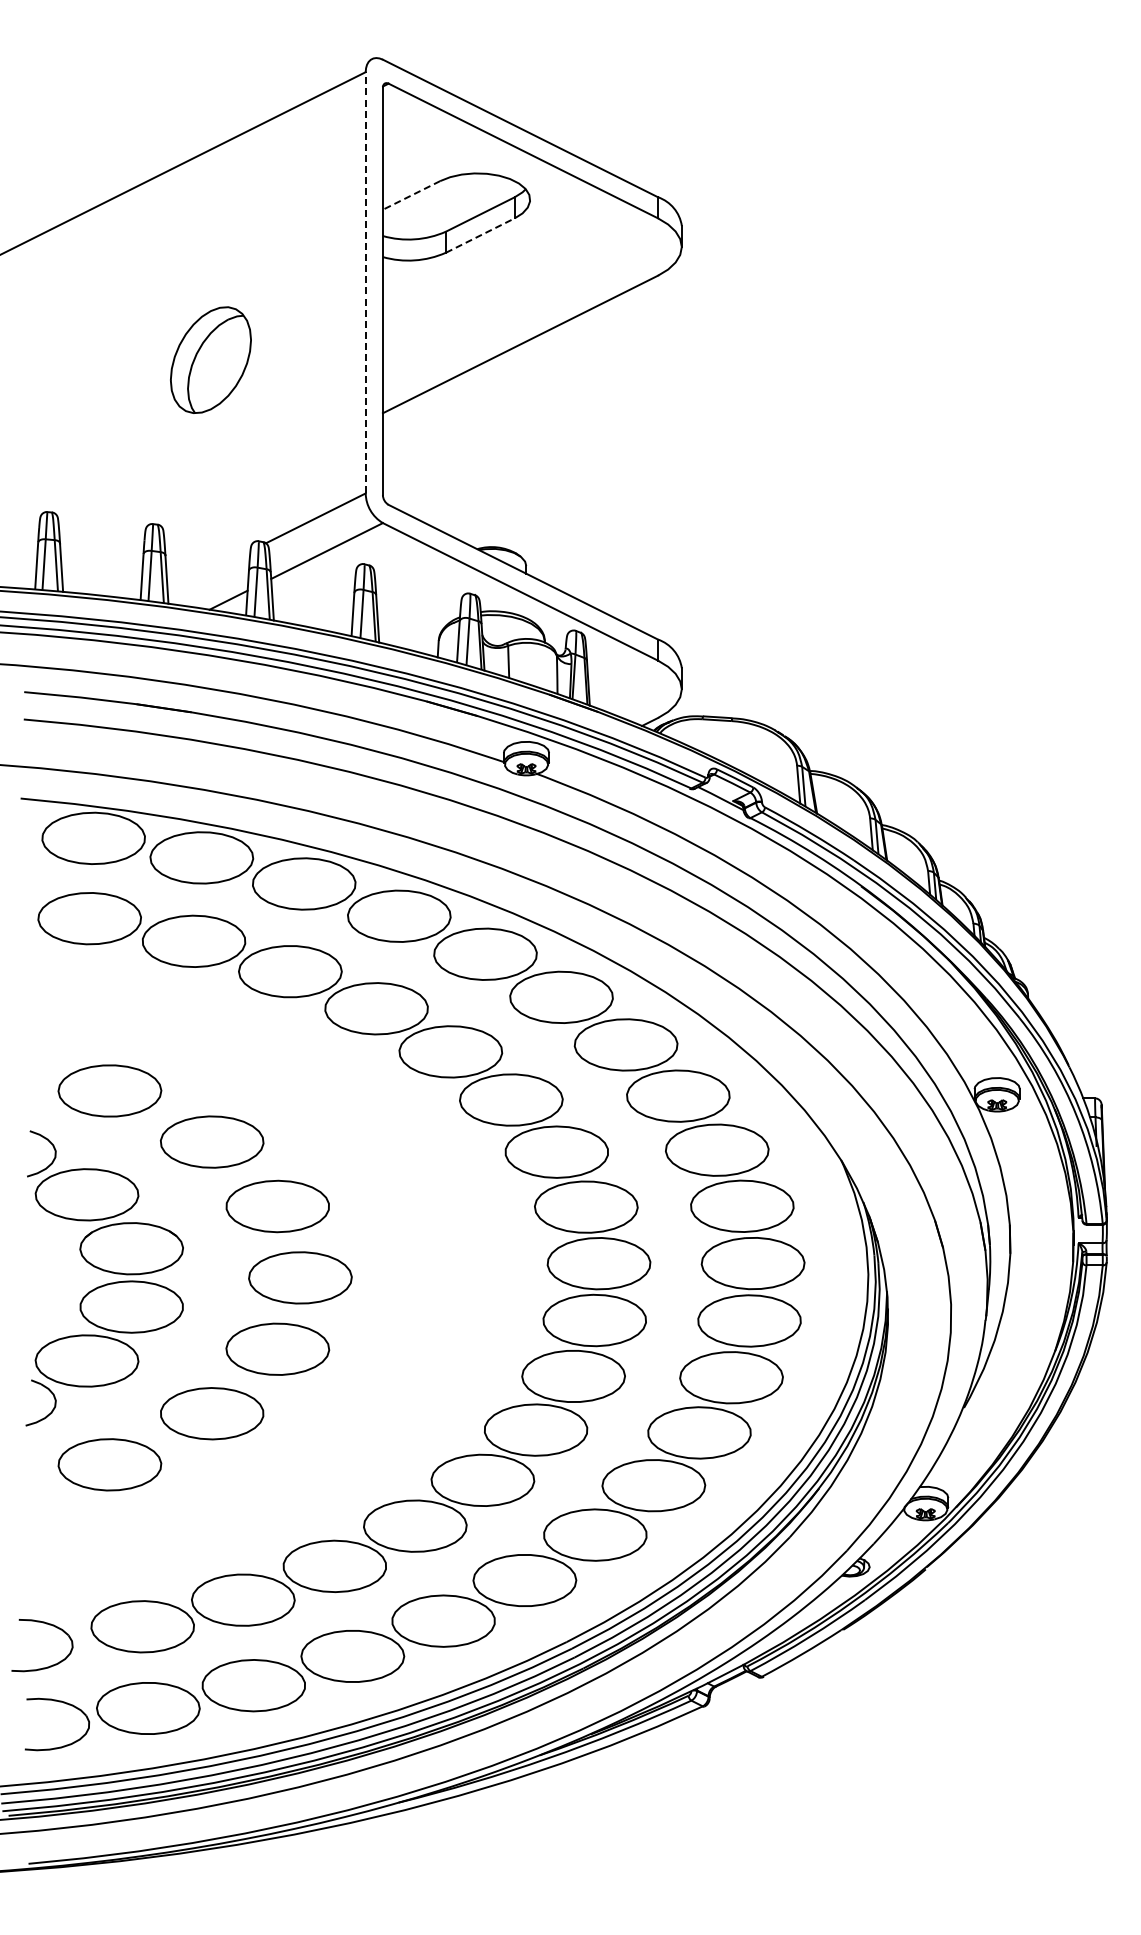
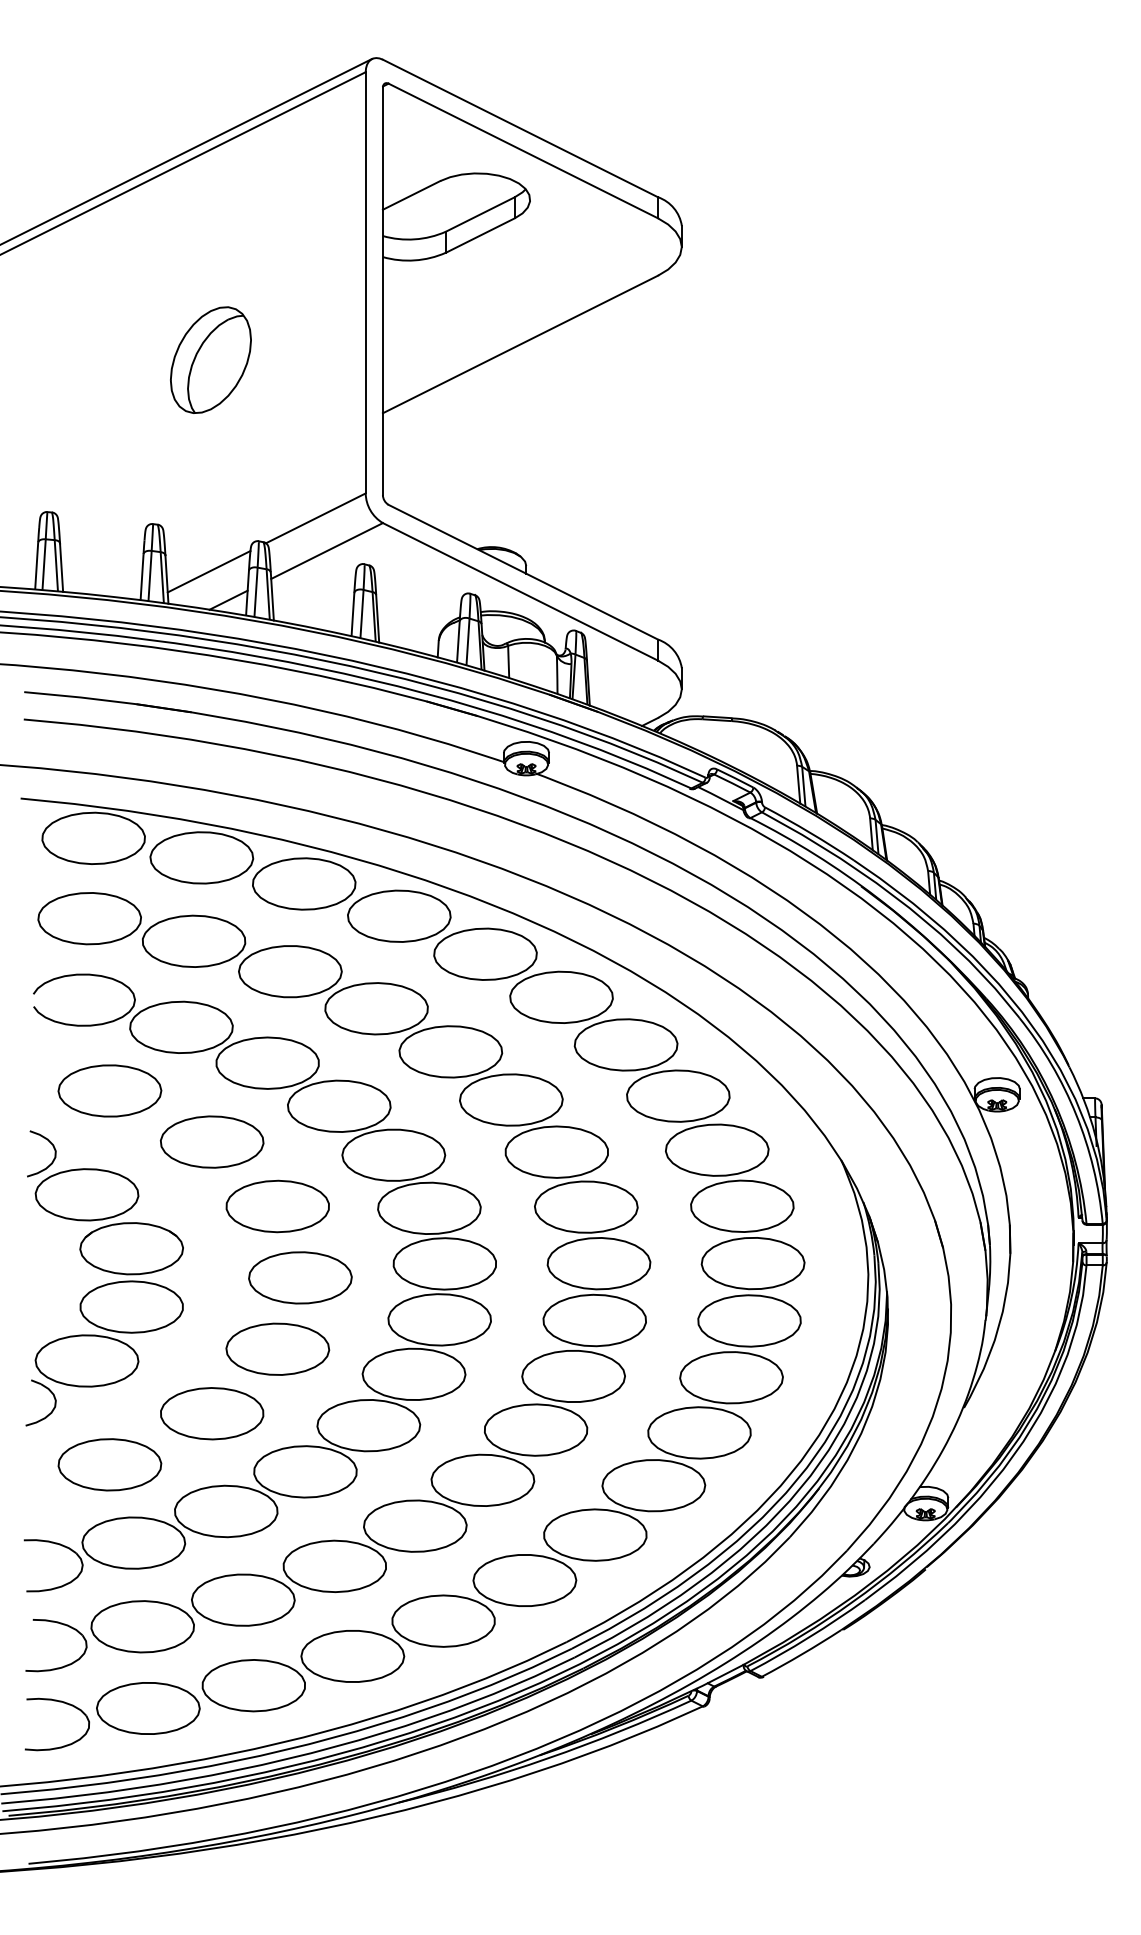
line at (187, 151): none -> present
line at (411, 195): dashed -> solid
line at (480, 235): dashed -> solid
line at (365, 282): dashed -> solid
line at (208, 571): none -> present
part at (387, 1317): none -> present
part at (49, 1625) position: (49, 1625) -> (63, 1625)
